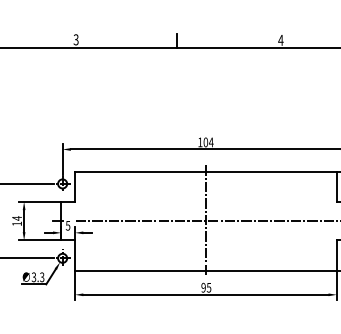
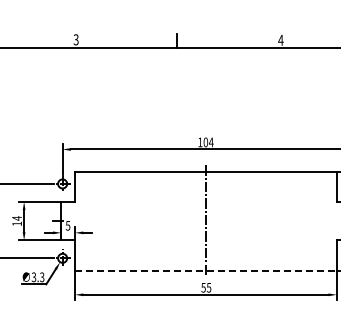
line at (206, 221): present -> none
line at (205, 270): solid -> dashed
text at (203, 287): 95 -> 55
